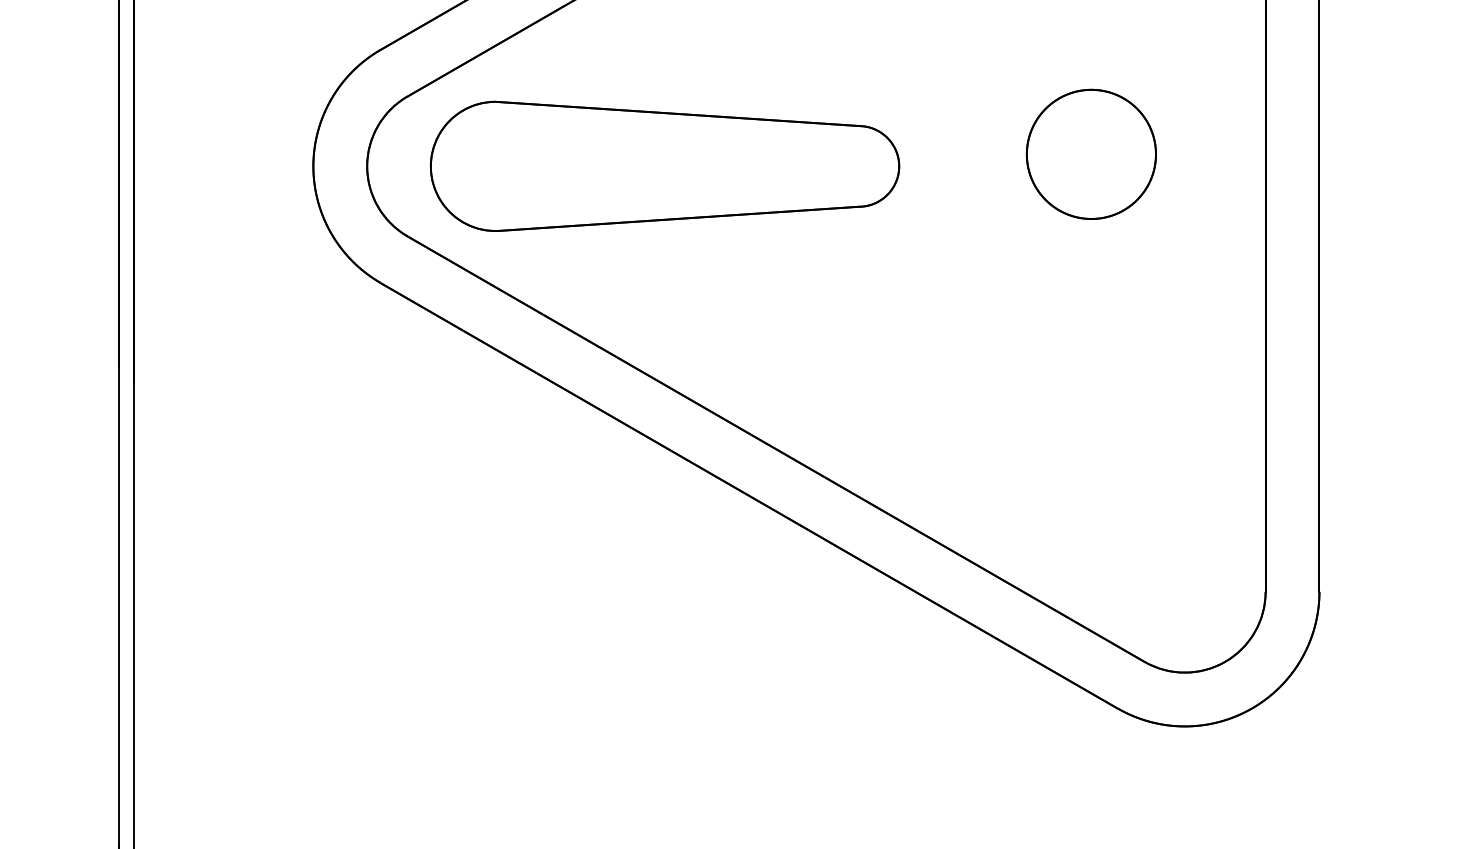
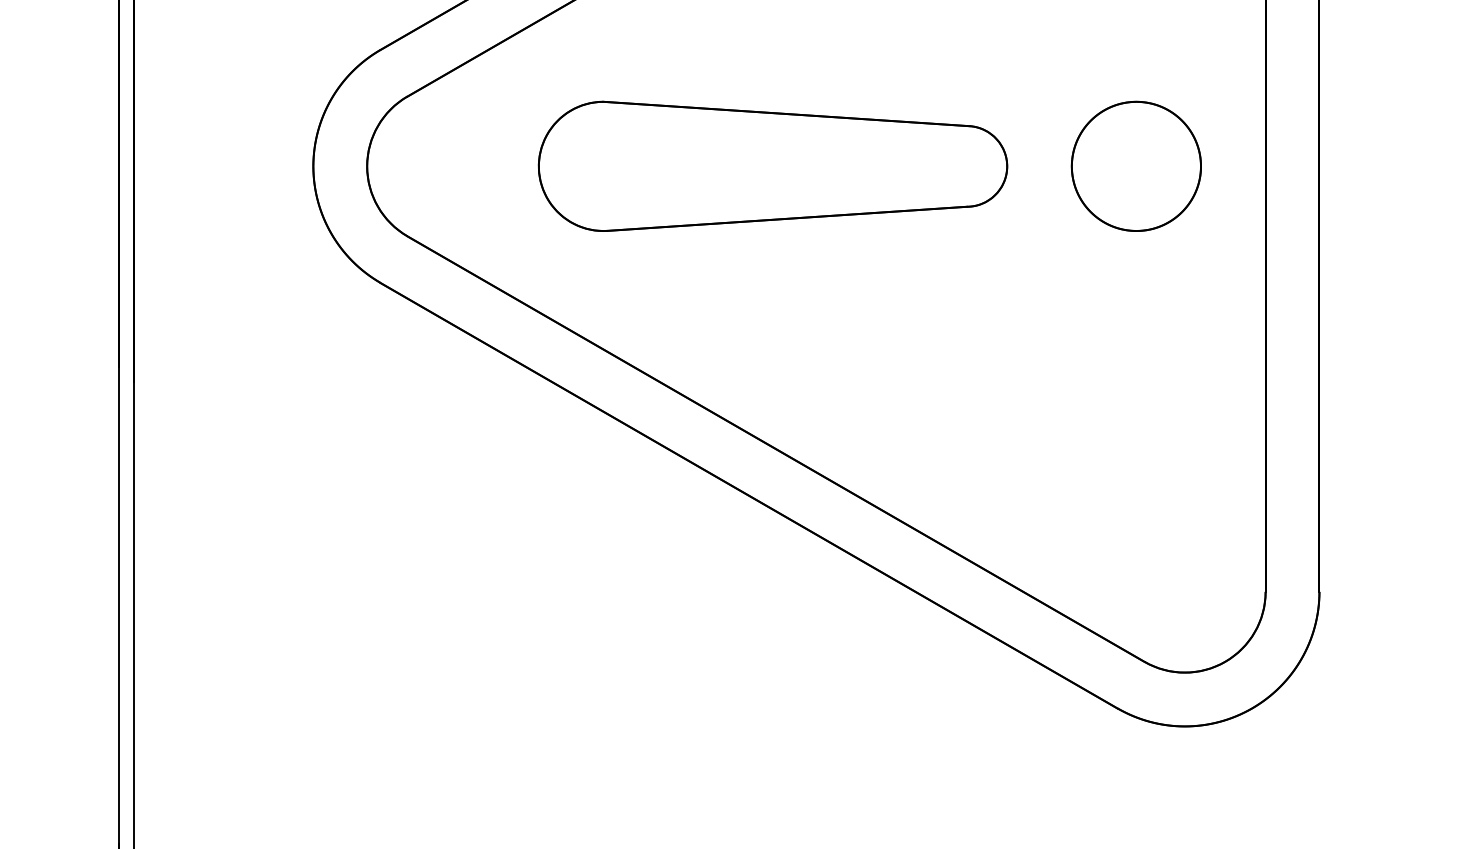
circle at (1090, 153) position: (1090, 153) -> (1135, 165)
part at (664, 165) position: (664, 165) -> (772, 165)
